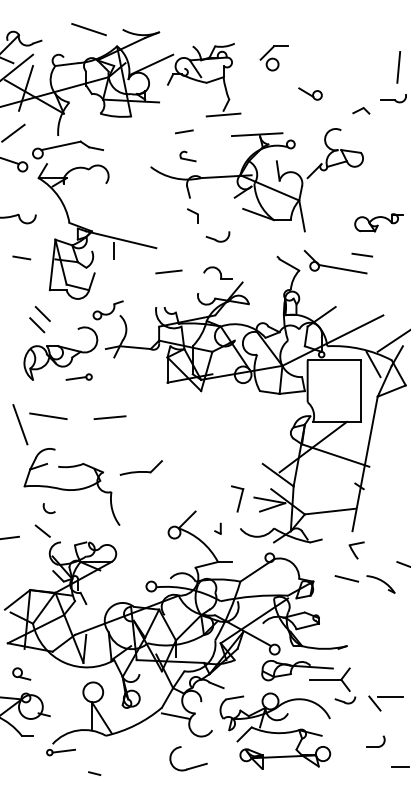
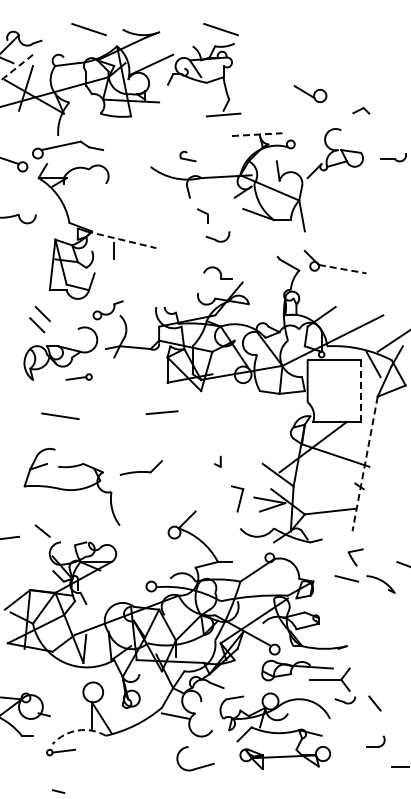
line at (220, 29): none -> present
part at (273, 58): present -> none
line at (398, 66): present -> none
line at (16, 67): solid -> dashed
part at (310, 93) size: 25x14 px -> 35x19 px
part at (393, 98) position: (393, 98) -> (393, 157)
line at (184, 131): present -> none
line at (13, 132): present -> none
line at (257, 134): solid -> dashed
part at (192, 215) position: (192, 215) -> (202, 215)
part at (378, 222): present -> none
line at (121, 239): solid -> dashed
line at (361, 254): present -> none
line at (21, 257): present -> none
line at (343, 269): solid -> dashed
line at (168, 271): present -> none
line at (360, 391): solid -> dashed
line at (48, 415) position: (48, 415) -> (60, 415)
line at (109, 417) position: (109, 417) -> (161, 412)
line at (20, 424): present -> none
line at (365, 464): solid -> dashed
arc at (46, 510): present -> none
part at (217, 528) position: (217, 528) -> (217, 461)
part at (356, 550) position: (356, 550) -> (355, 557)
part at (21, 673): present -> none
line at (389, 696): present -> none
arc at (77, 730): solid -> dashed
part at (189, 767) position: (189, 767) -> (196, 767)
line at (94, 773) position: (94, 773) -> (58, 791)
